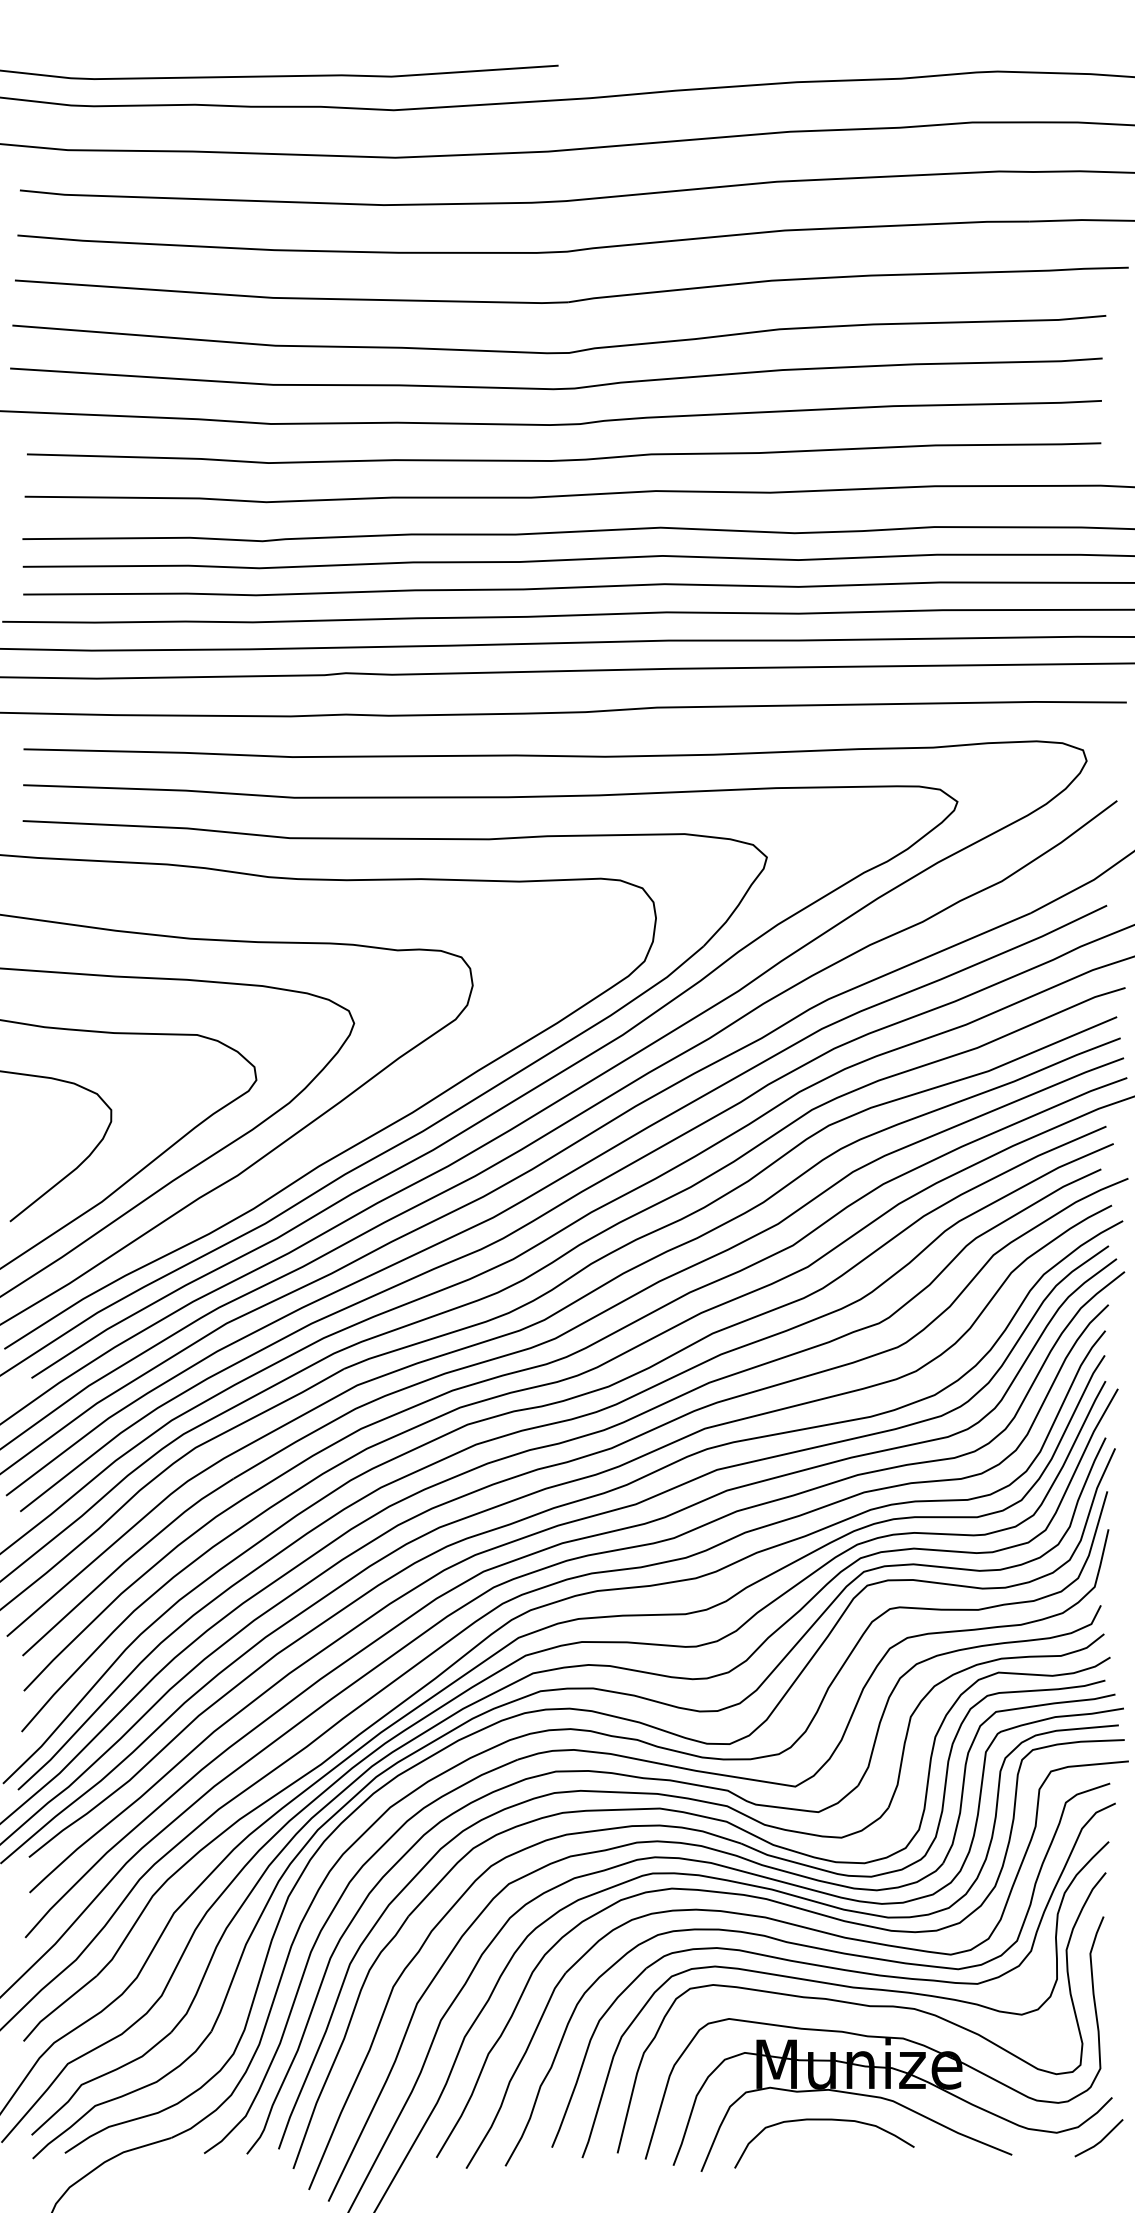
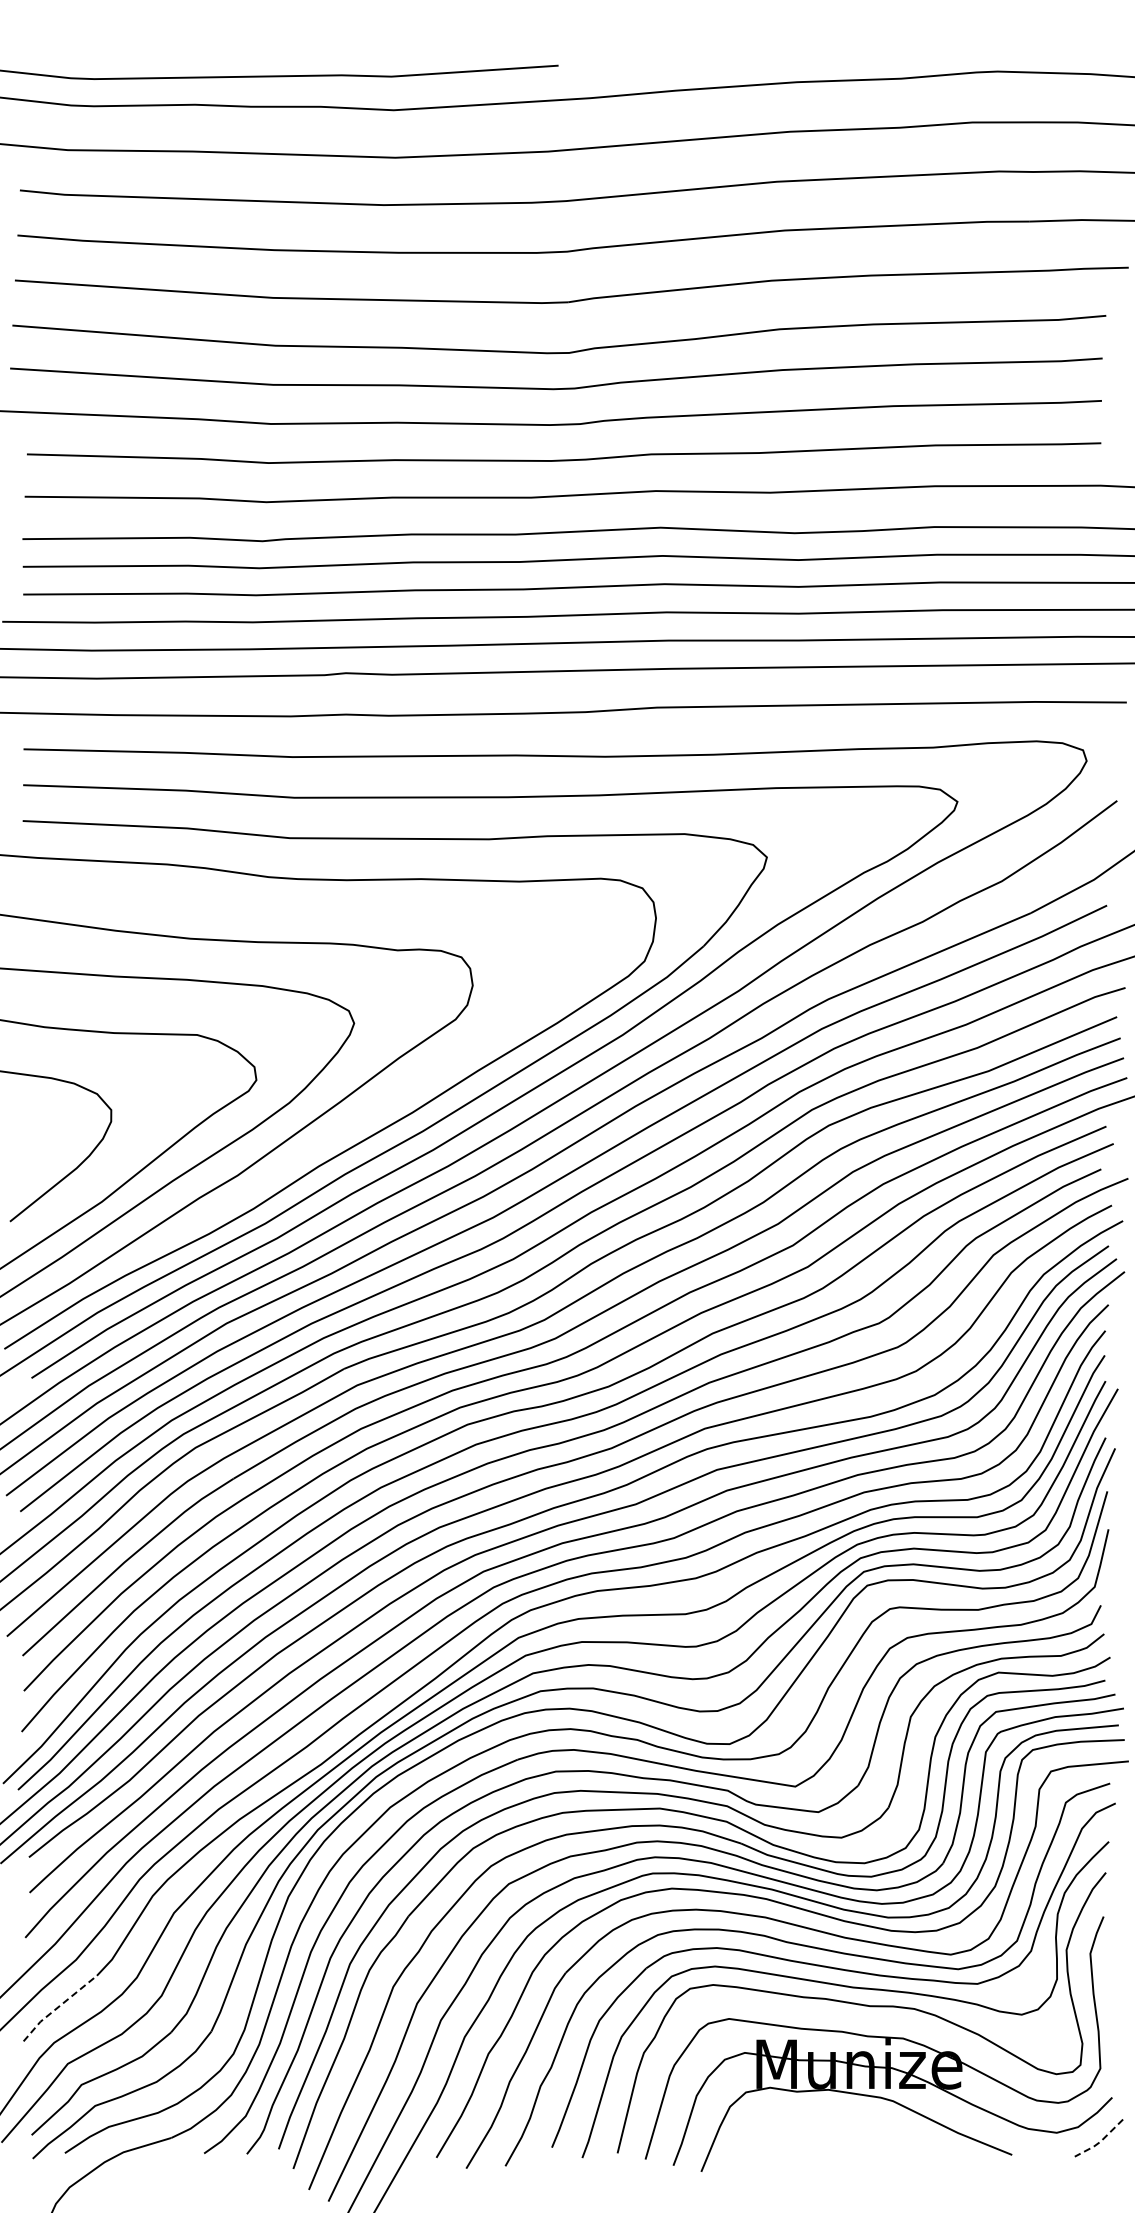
line at (58, 2007): solid -> dashed
curve at (824, 2120): present -> none
line at (1100, 2141): solid -> dashed
